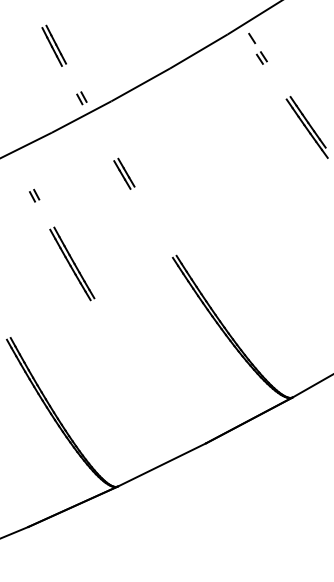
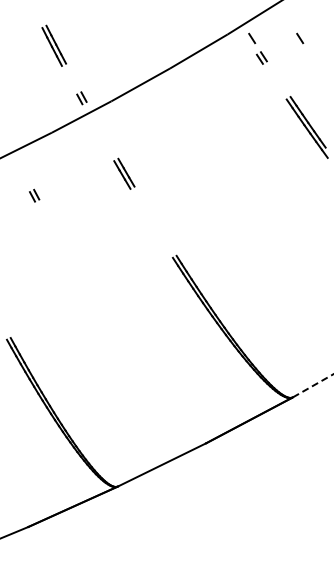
line at (300, 38): none -> present
part at (72, 263): present -> none
line at (313, 385): solid -> dashed
